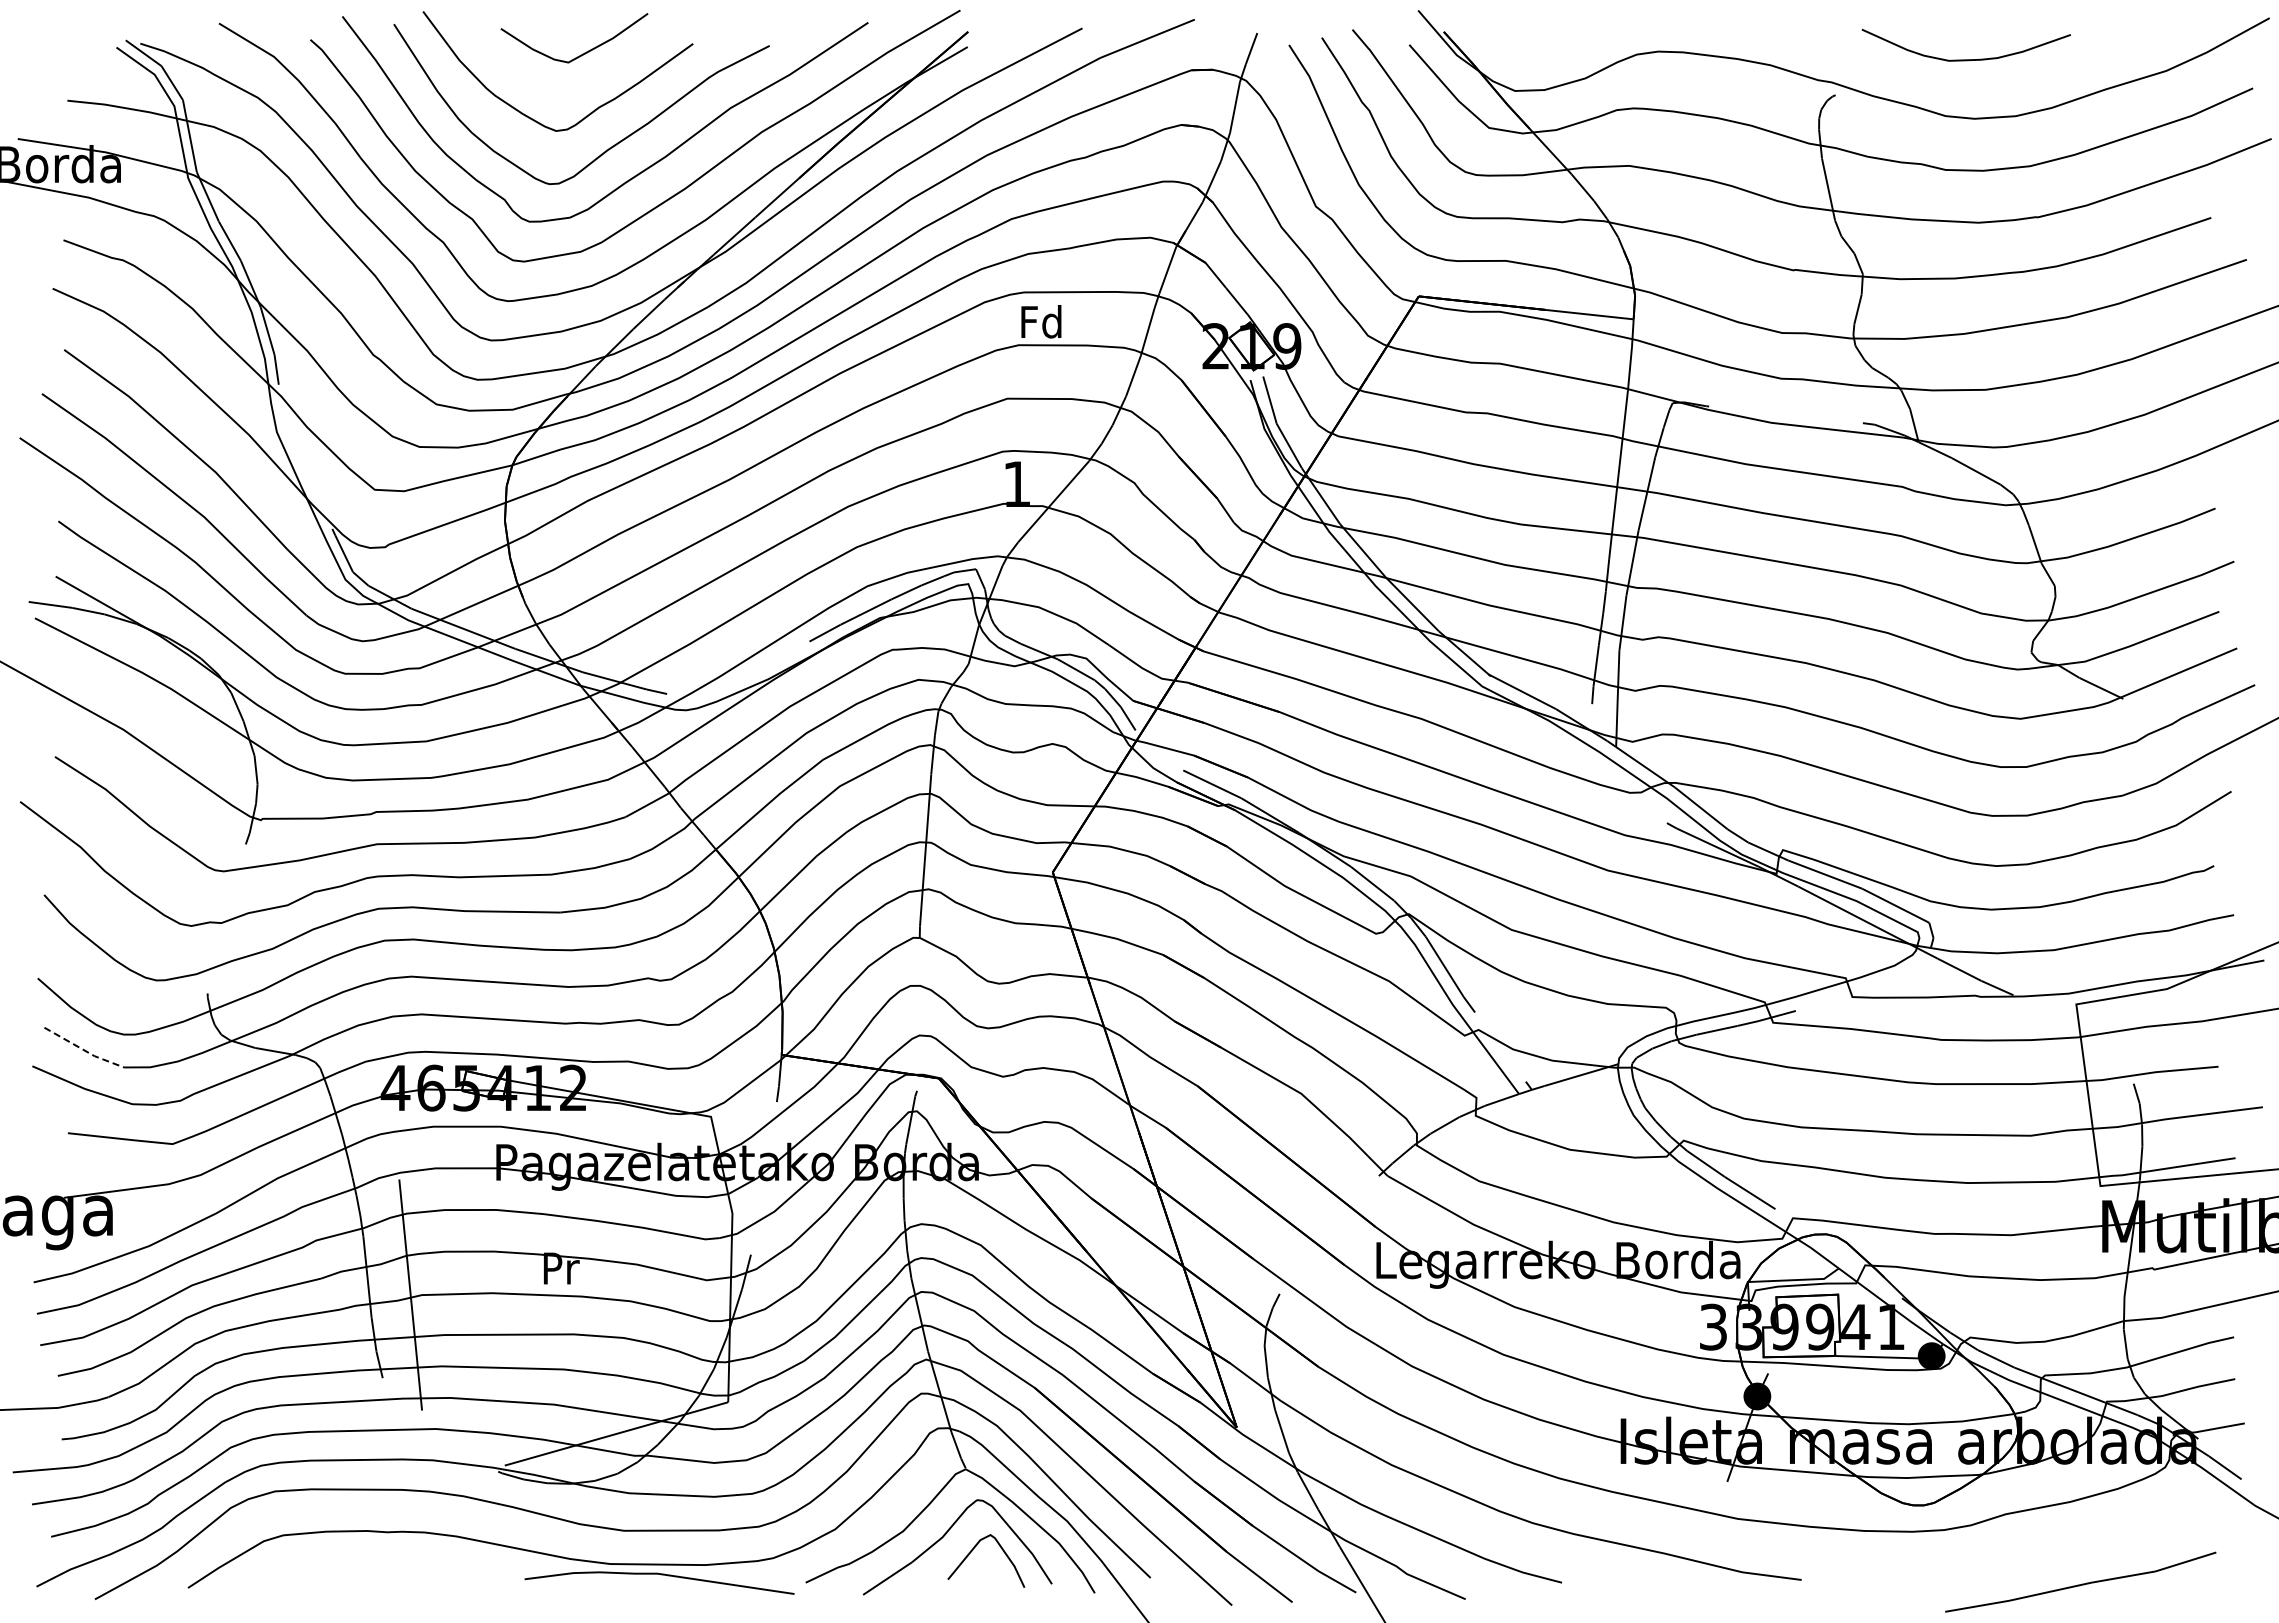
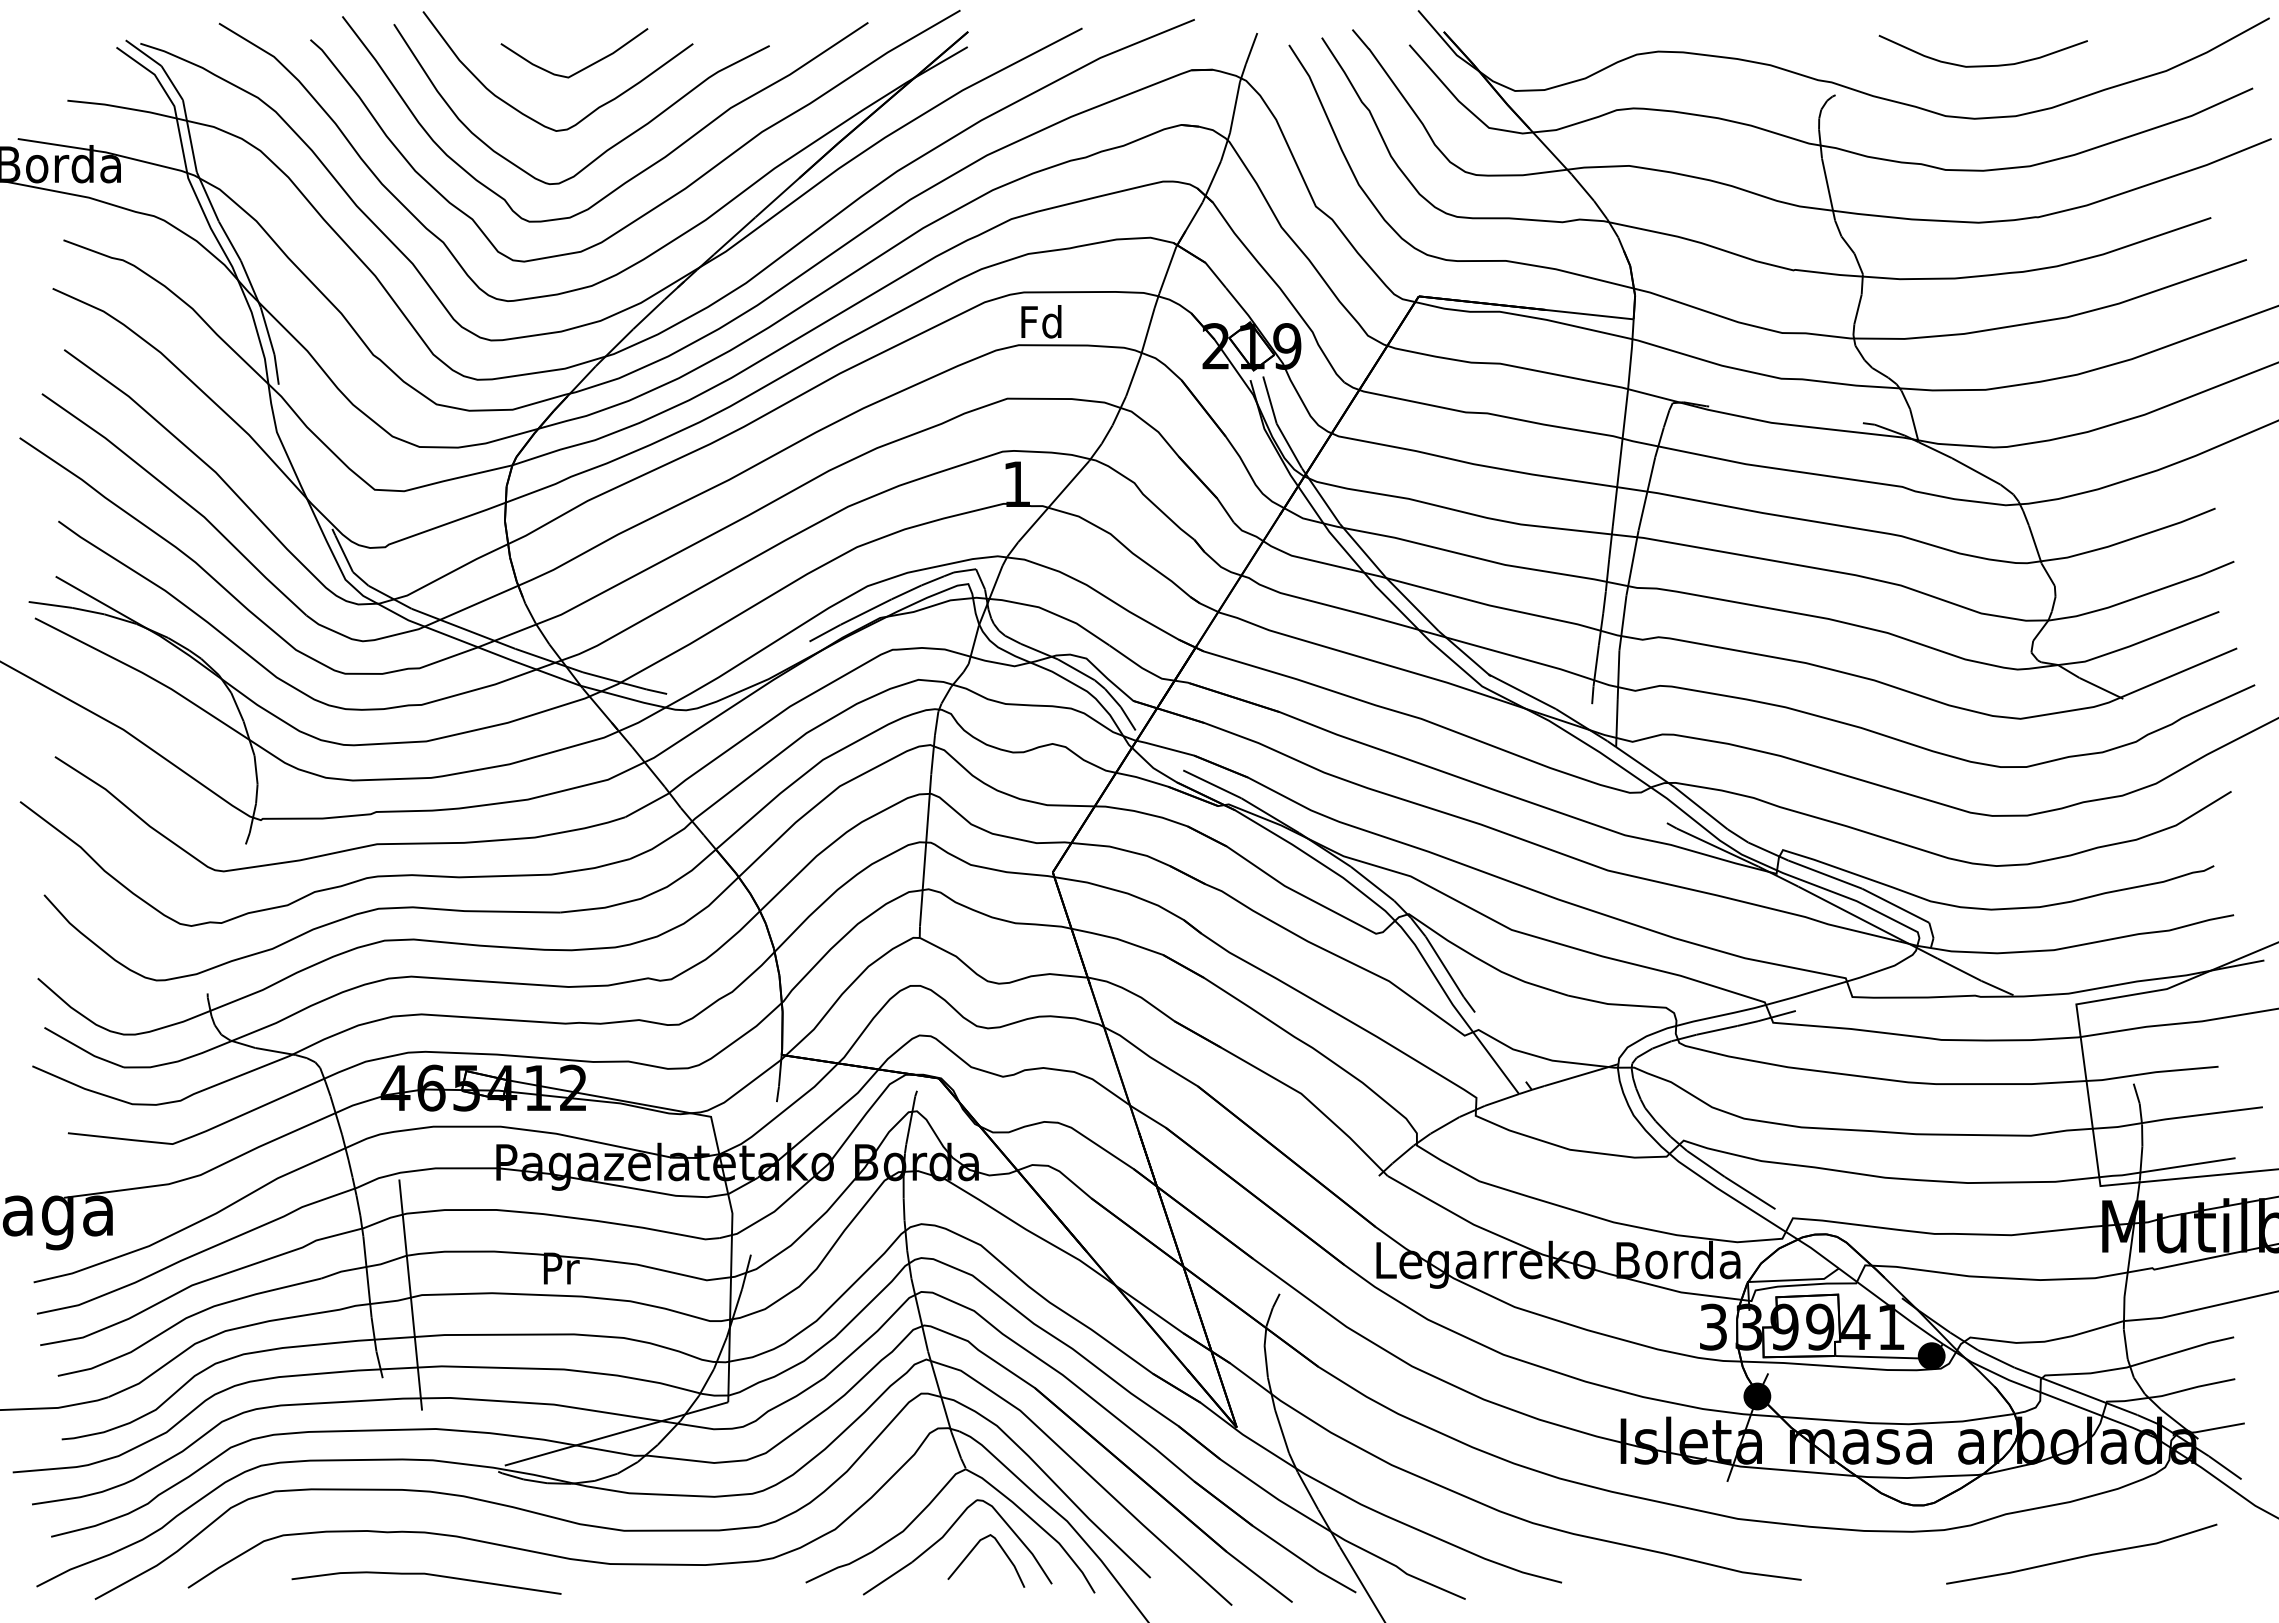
curve at (582, 53) position: (582, 53) -> (582, 68)
curve at (1965, 59) position: (1965, 59) -> (1982, 65)
line at (84, 1050): dashed -> solid
curve at (661, 1575) position: (661, 1575) -> (428, 1575)
line at (2082, 1583) position: (2082, 1583) -> (2083, 1555)
